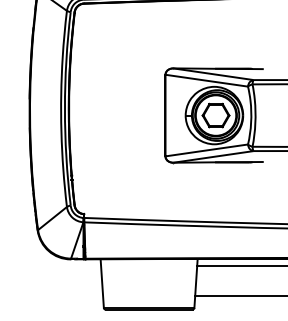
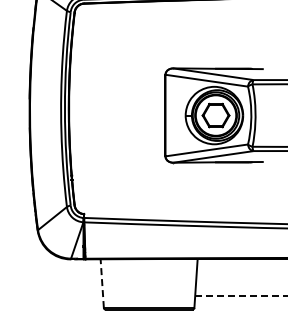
line at (240, 266): present -> none
line at (102, 283): solid -> dashed
line at (241, 296): solid -> dashed
